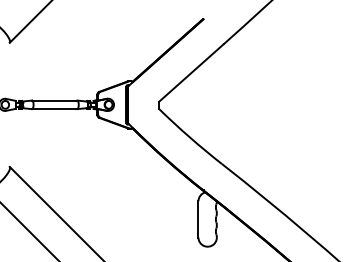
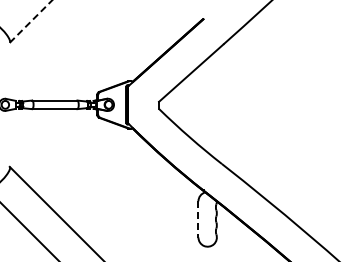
line at (30, 21): solid -> dashed
line at (198, 219): solid -> dashed
